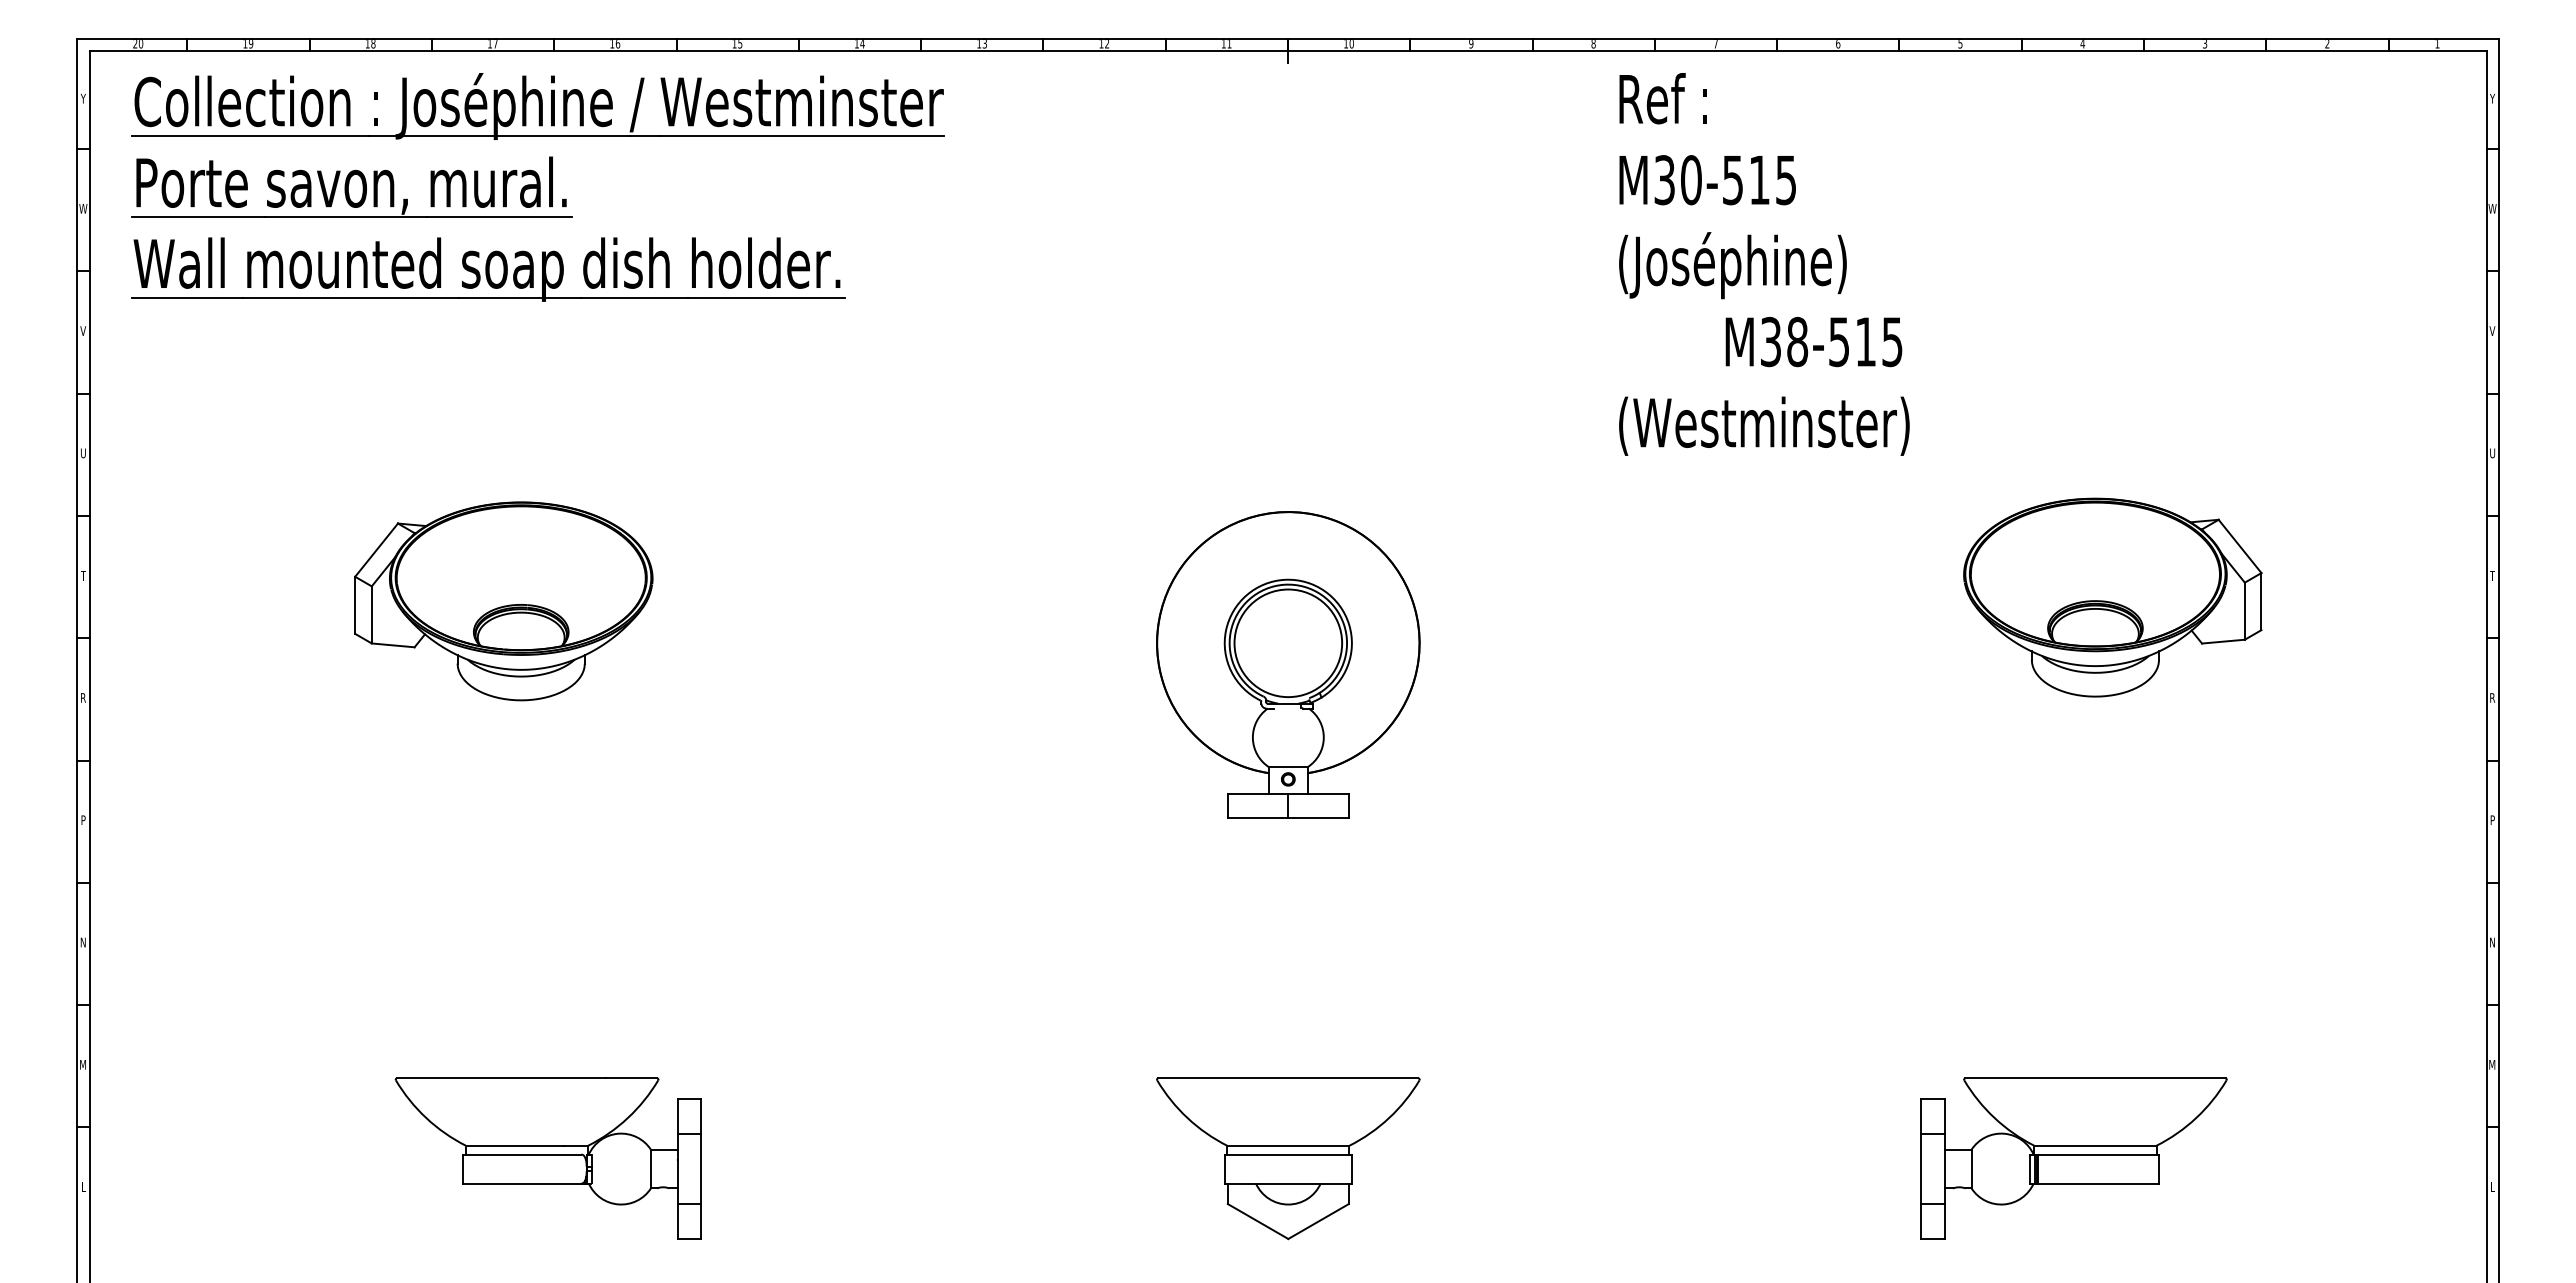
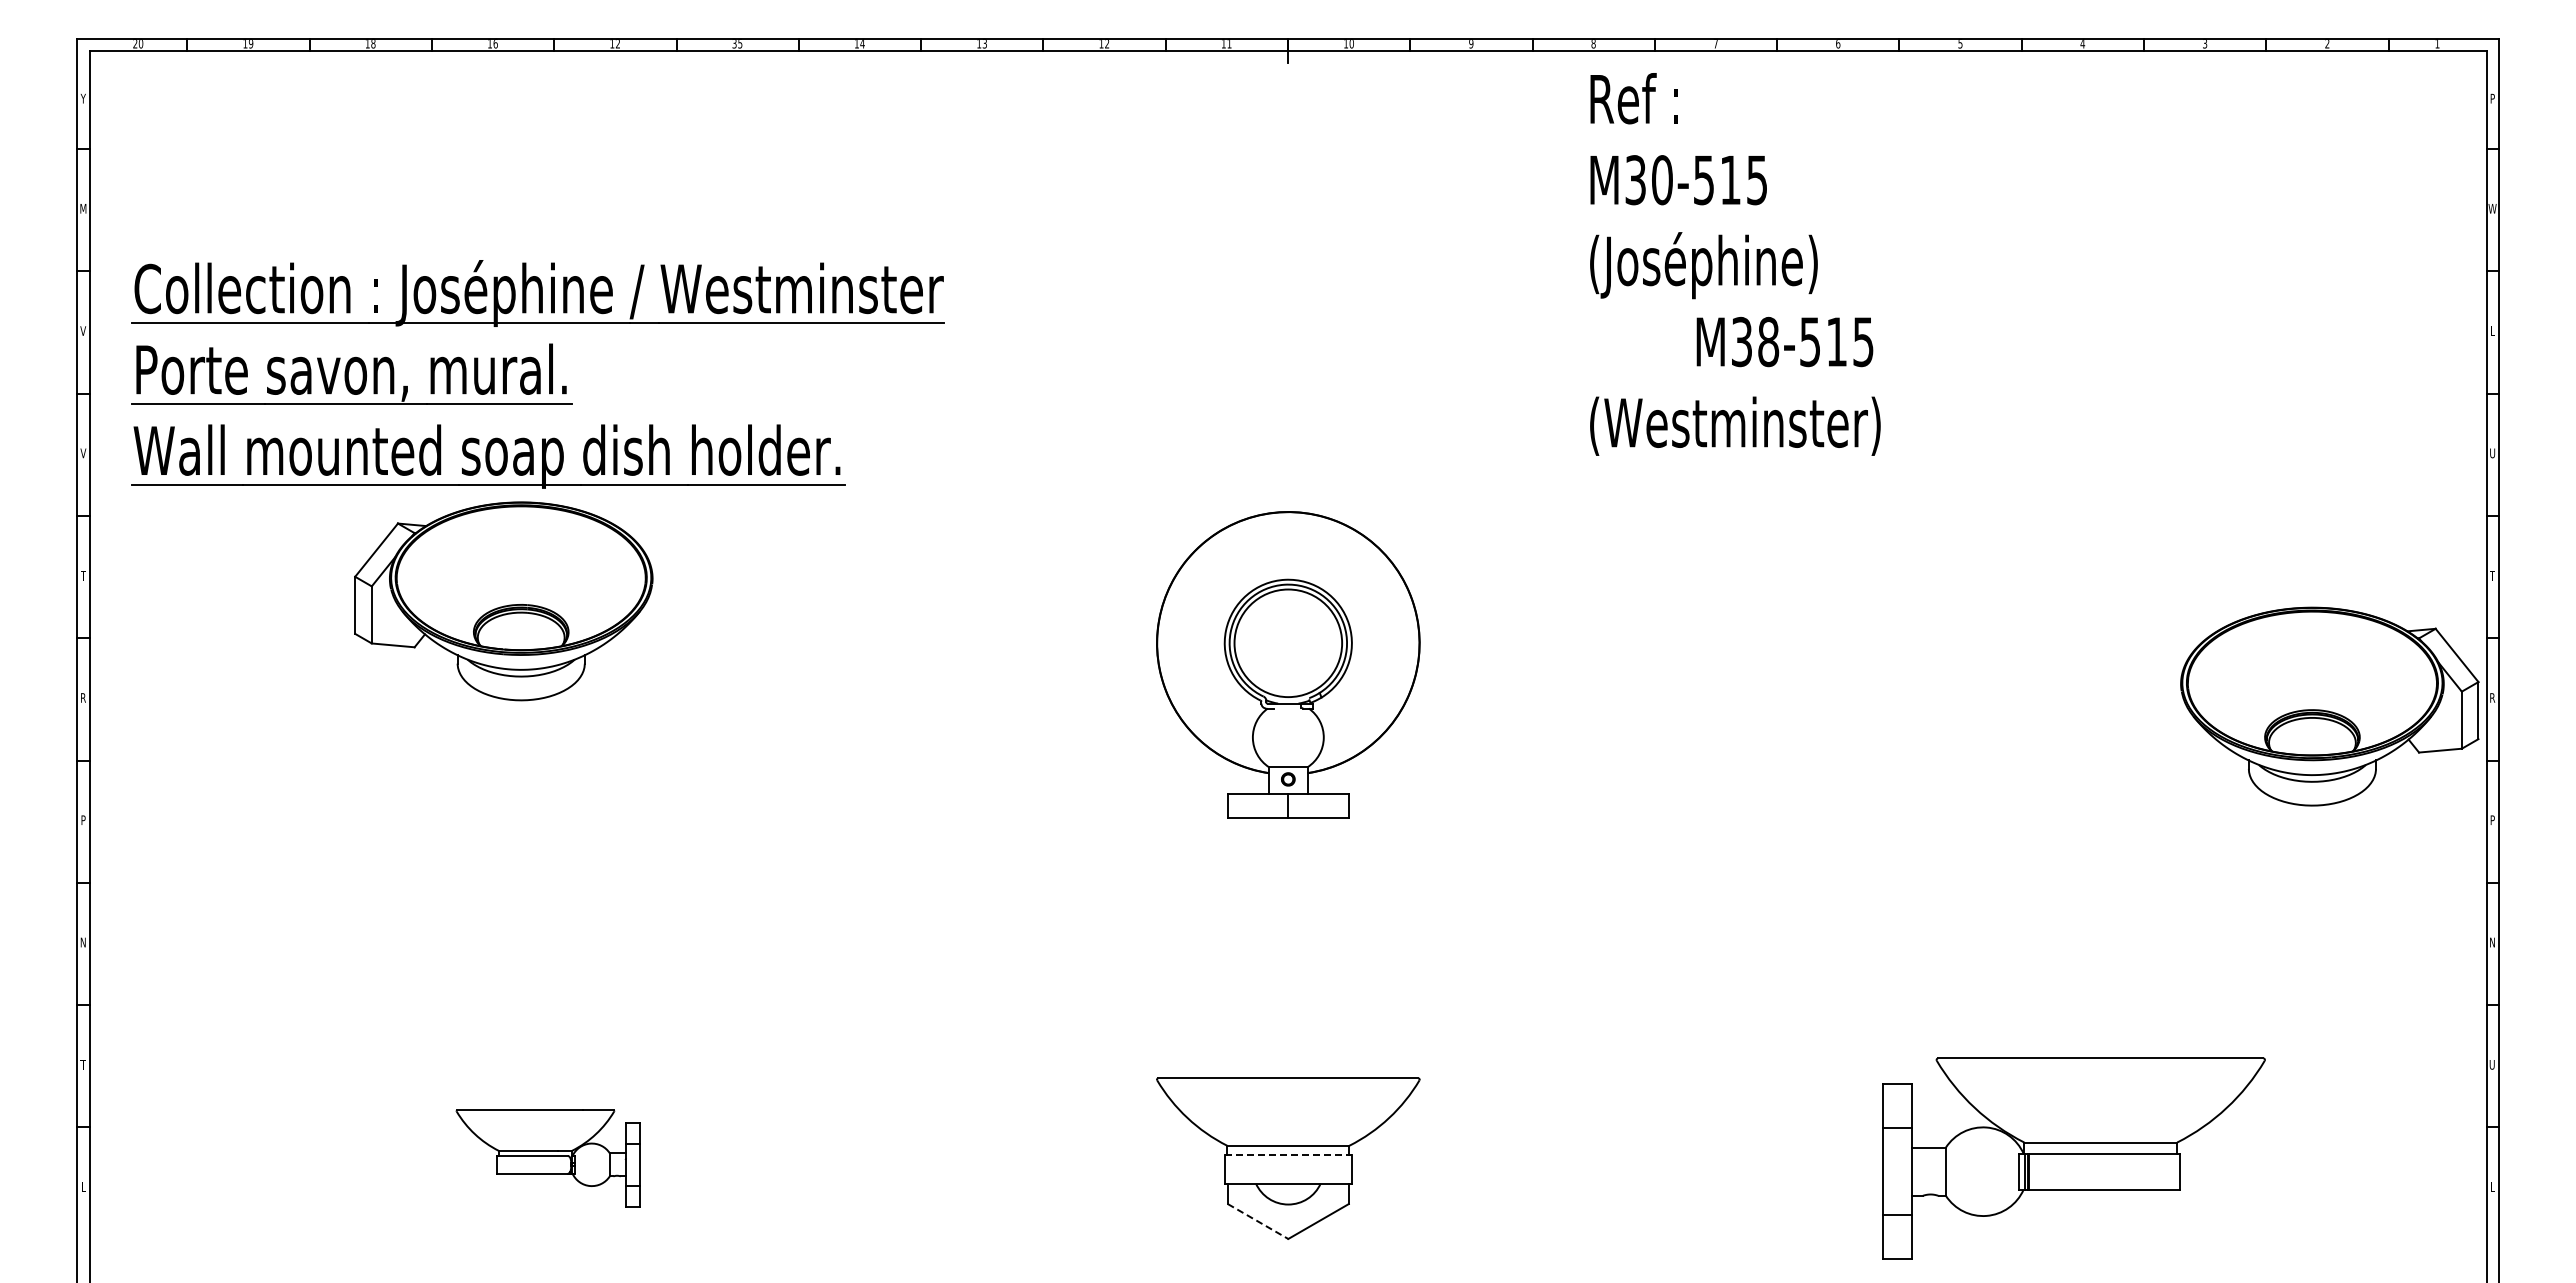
text at (495, 44): 17 -> 16
text at (617, 44): 16 -> 12
text at (734, 44): 15 -> 35
text at (2492, 98): Y -> P
part at (537, 187) position: (537, 187) -> (537, 374)
text at (83, 208): W -> M
text at (1764, 264) position: (1764, 264) -> (1735, 264)
text at (2492, 330): V -> L
text at (83, 453): U -> V
part at (2112, 597) position: (2112, 597) -> (2329, 706)
text at (82, 1064): M -> T
text at (2492, 1064): M -> U
line at (1288, 1154): solid -> dashed
part at (547, 1158) size: 308x163 px -> 186x99 px
part at (2073, 1158) size: 308x163 px -> 384x203 px
line at (1258, 1221): solid -> dashed
